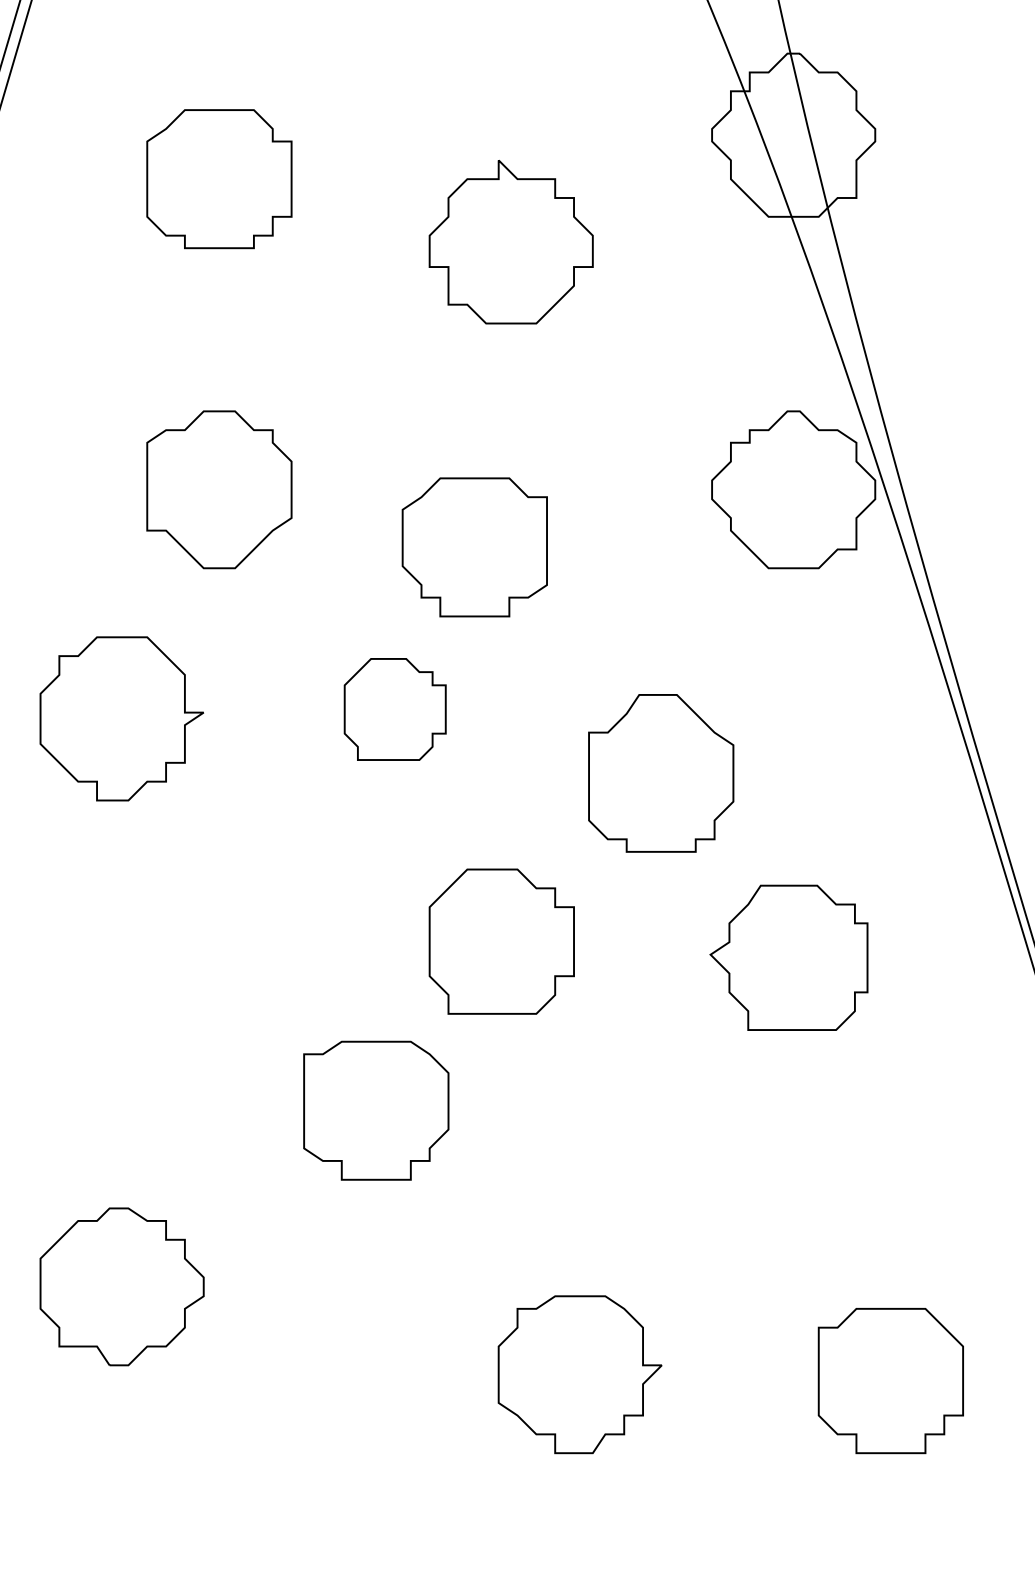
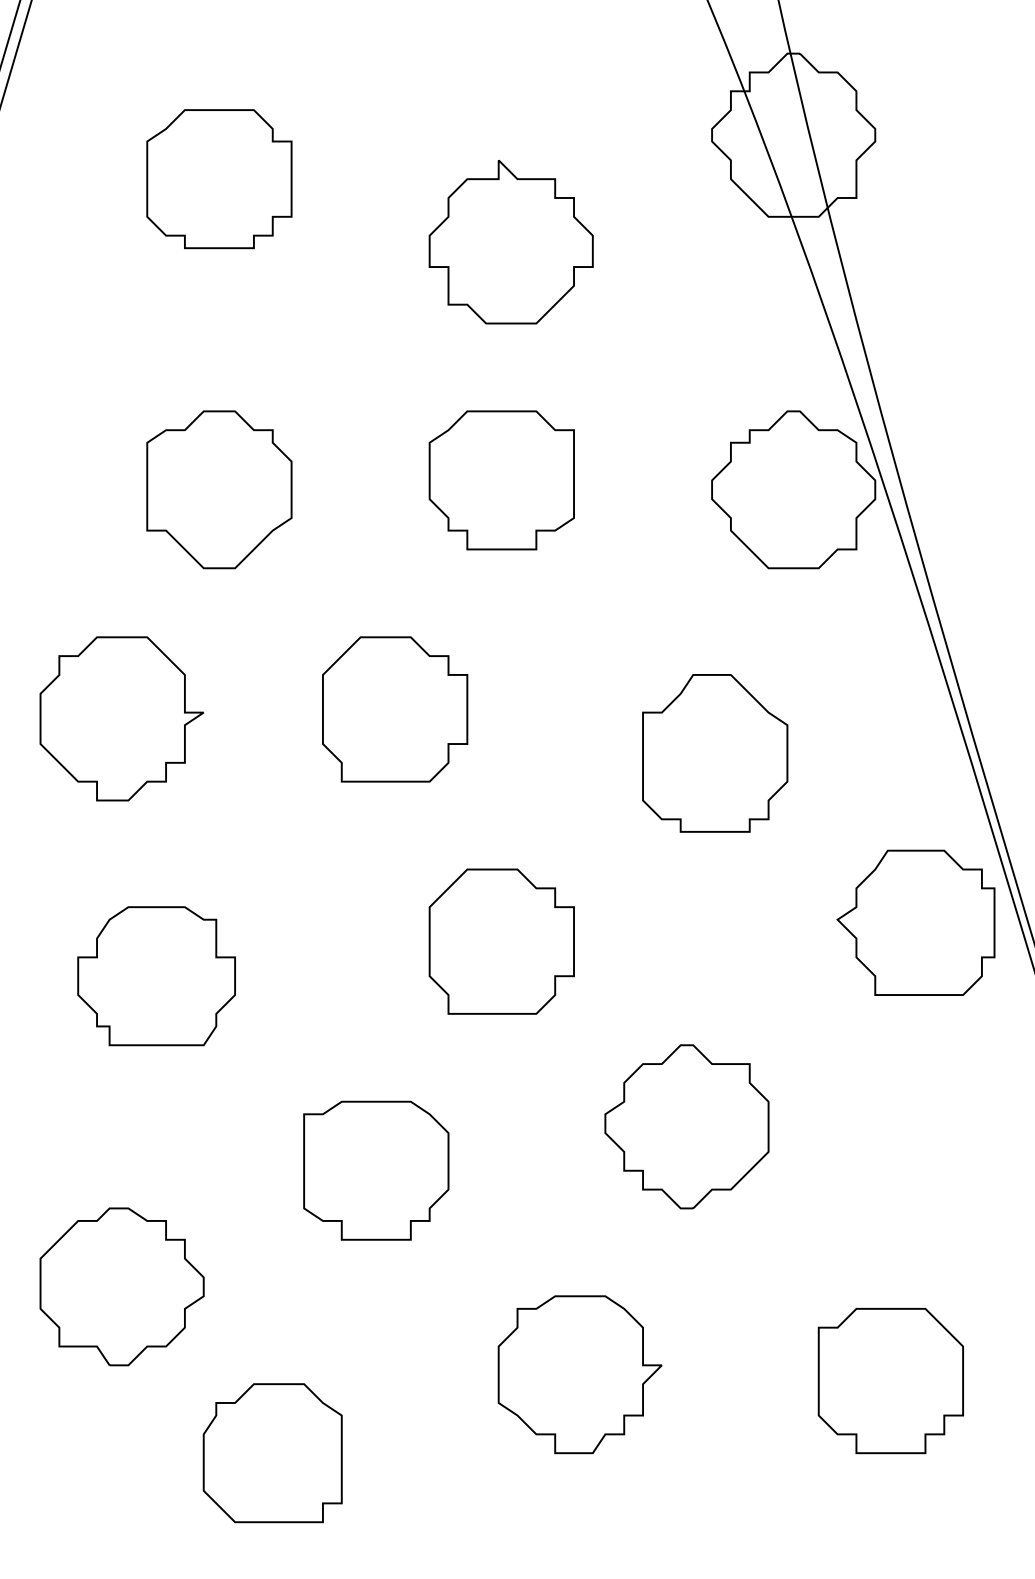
part at (474, 547) position: (474, 547) -> (501, 480)
part at (394, 709) size: 104x103 px -> 147x147 px
part at (661, 773) position: (661, 773) -> (715, 753)
part at (788, 957) position: (788, 957) -> (915, 922)
part at (156, 976): none -> present
part at (376, 1110) position: (376, 1110) -> (376, 1170)
part at (686, 1126): none -> present
part at (272, 1453): none -> present
